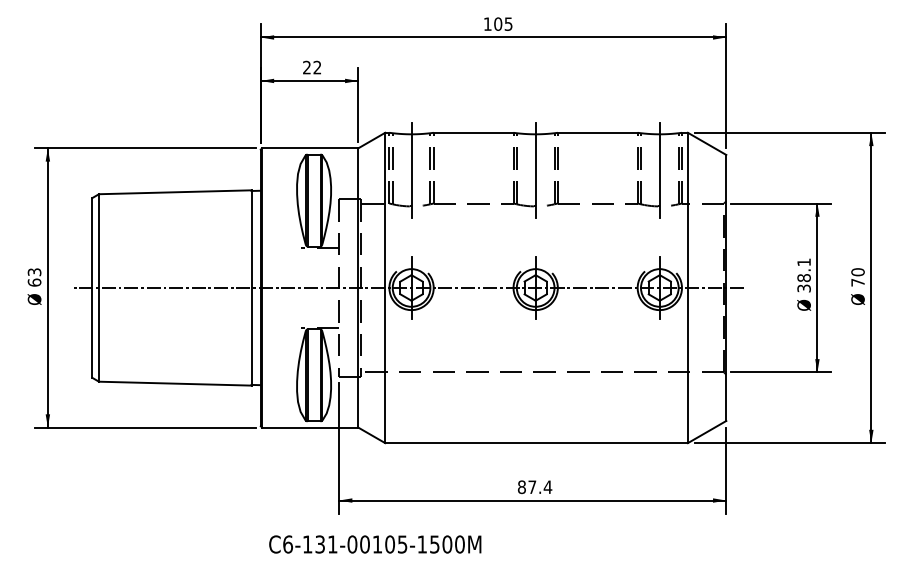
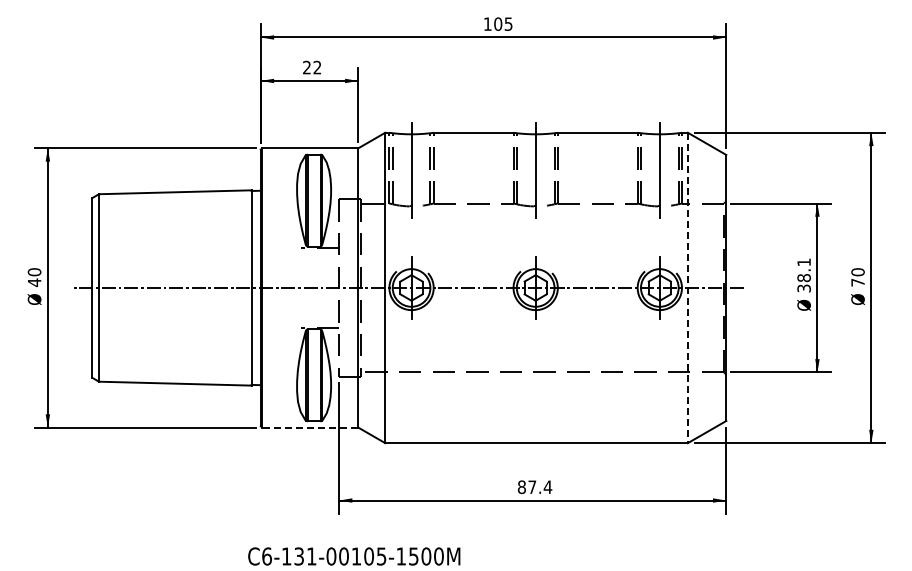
text at (34, 277): 63 -> 40
line at (687, 288): solid -> dashed
line at (309, 427): solid -> dashed
text at (375, 544) position: (375, 544) -> (354, 556)
